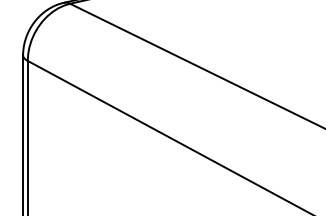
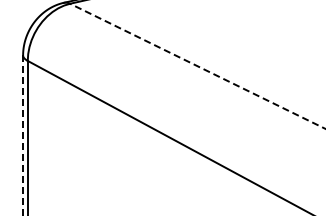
line at (197, 66): solid -> dashed
line at (23, 135): solid -> dashed
